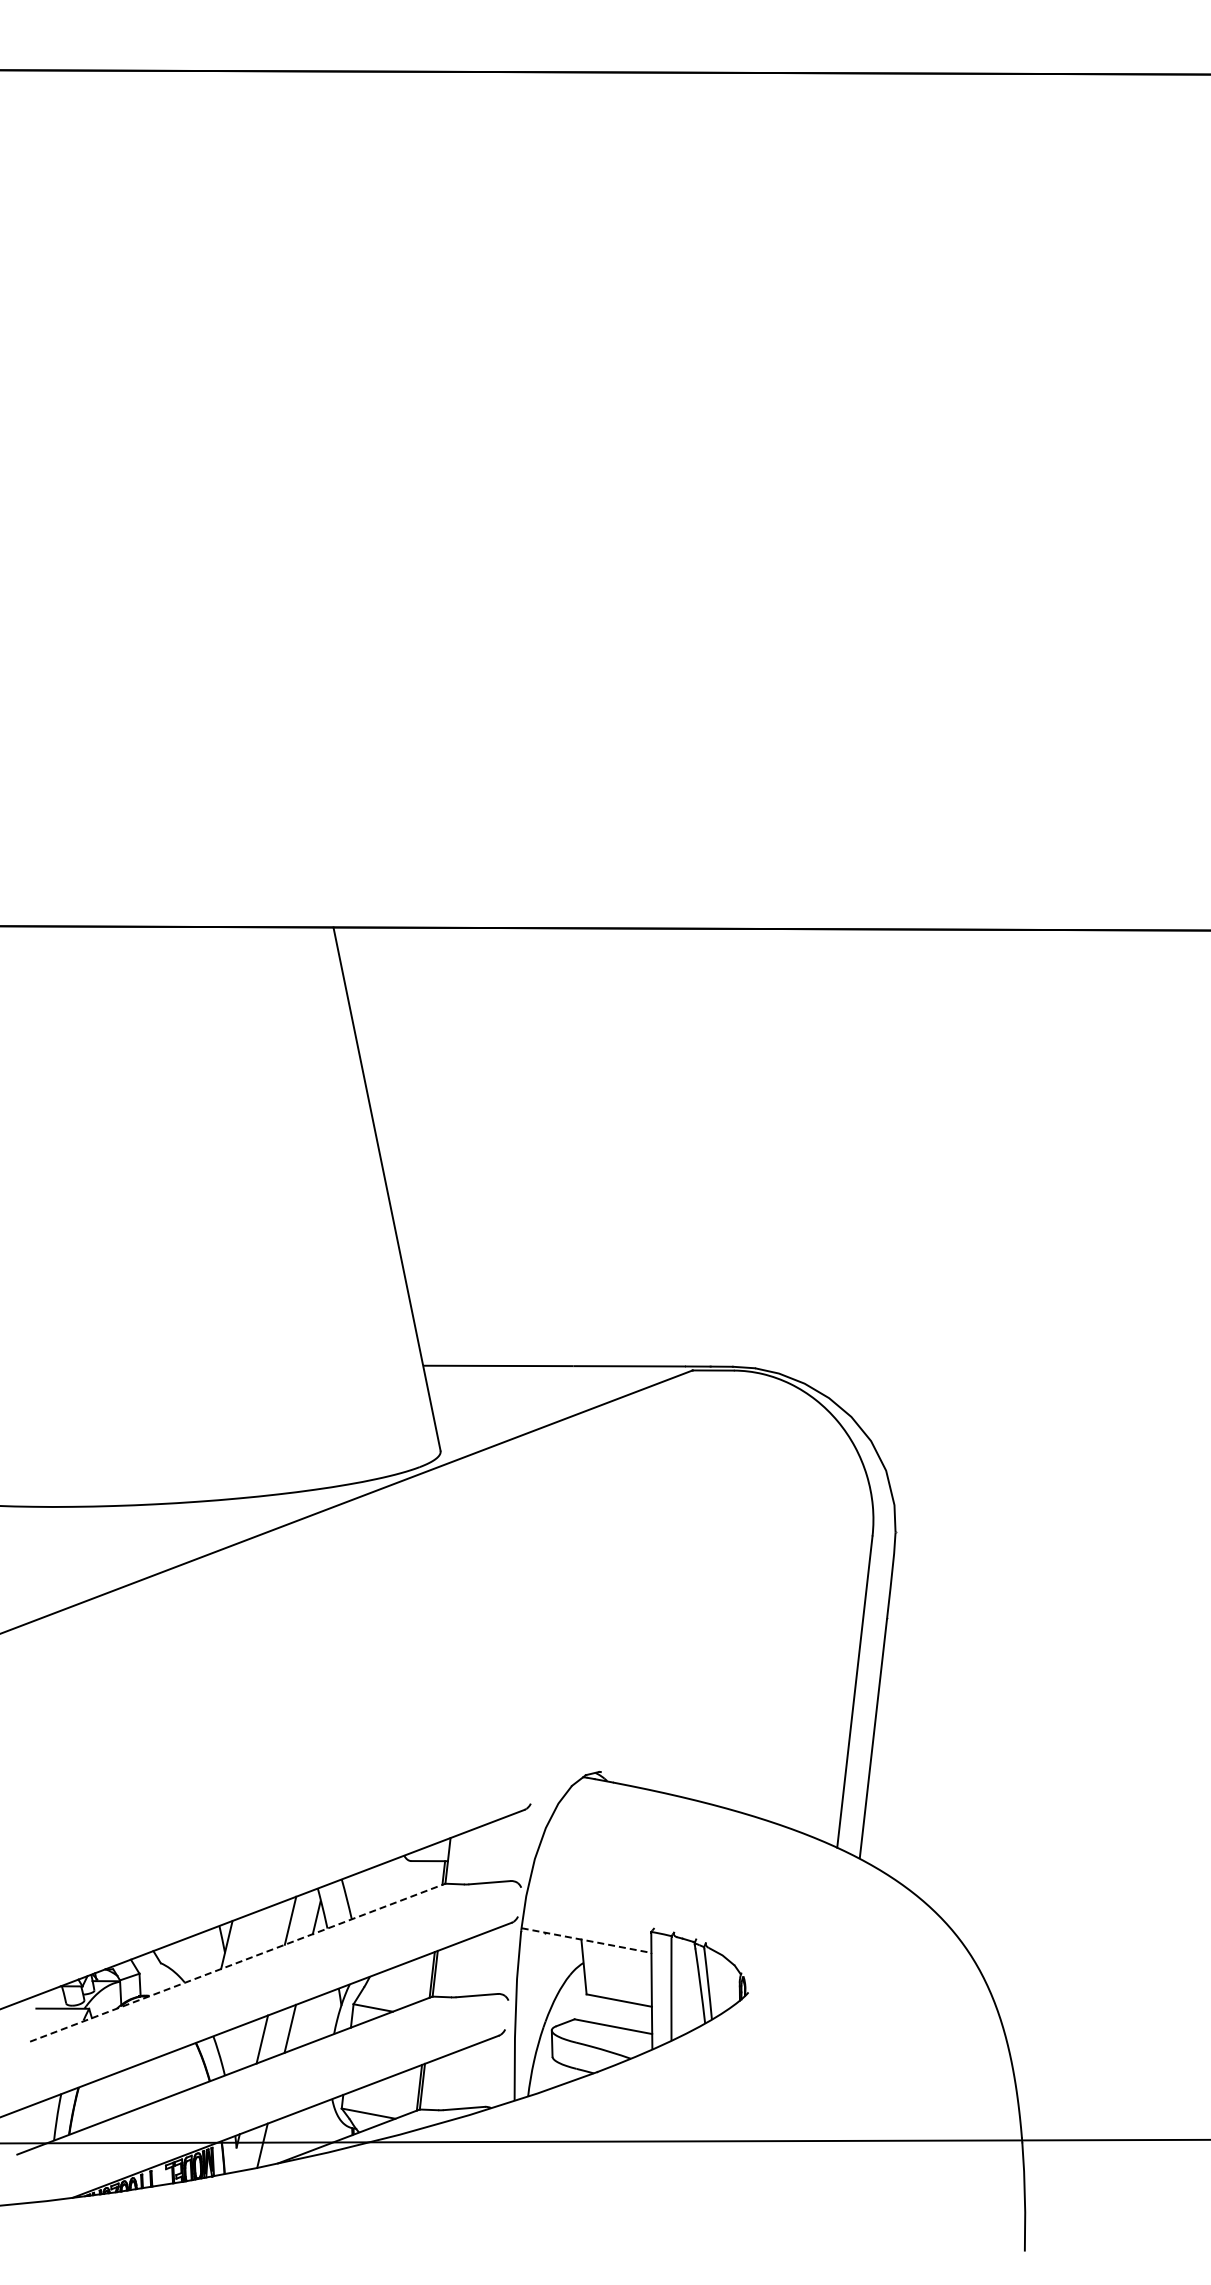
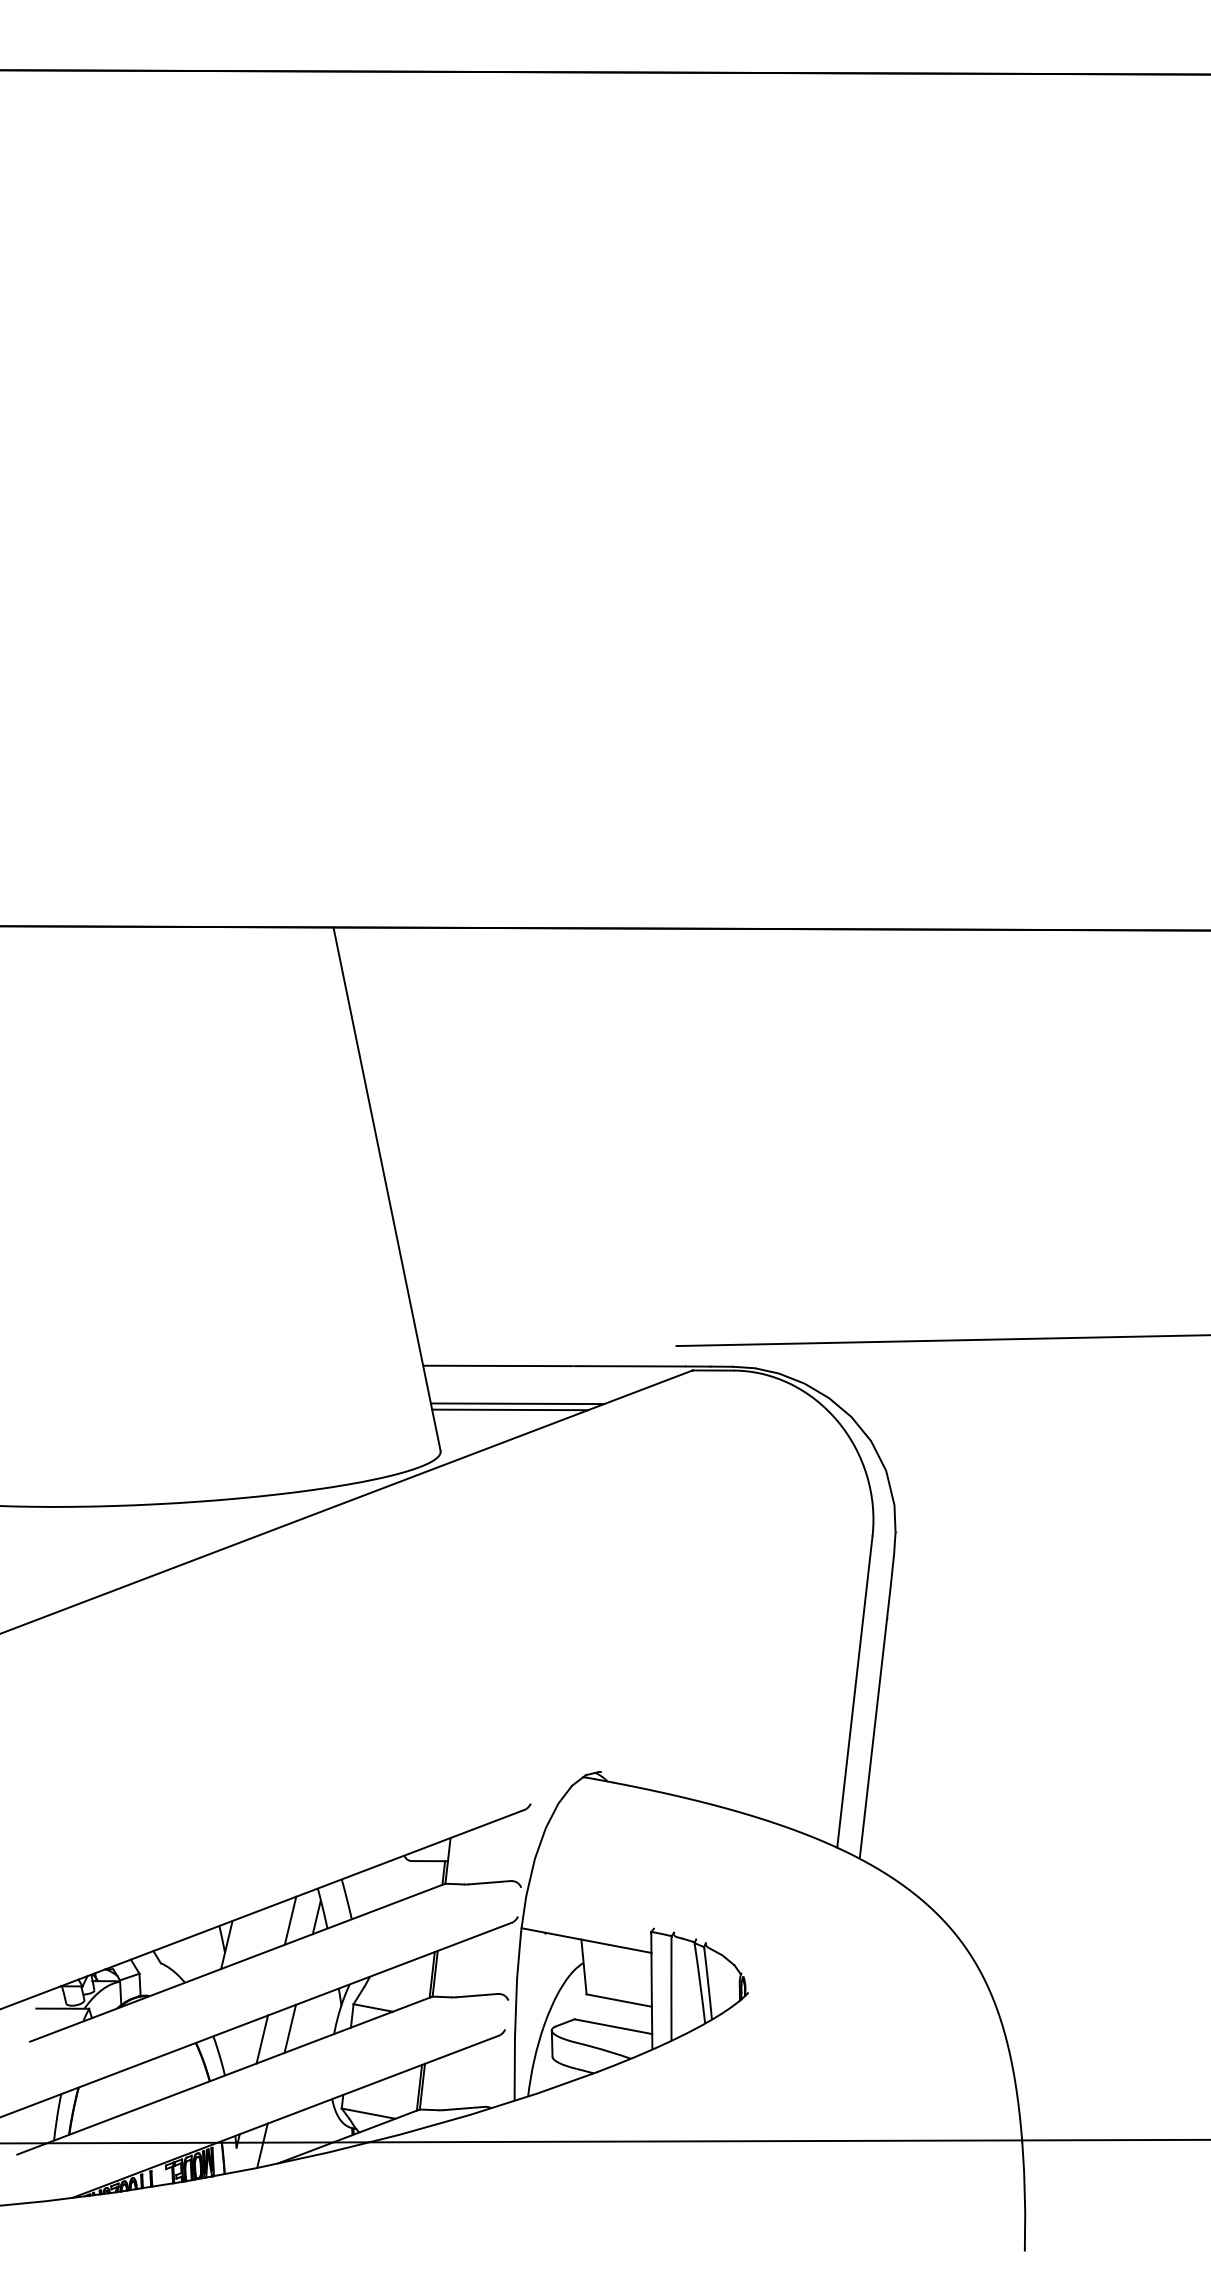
line at (941, 1340): none -> present
line at (517, 1403): none -> present
line at (510, 1409): none -> present
line at (587, 1940): dashed -> solid
line at (238, 1962): dashed -> solid
